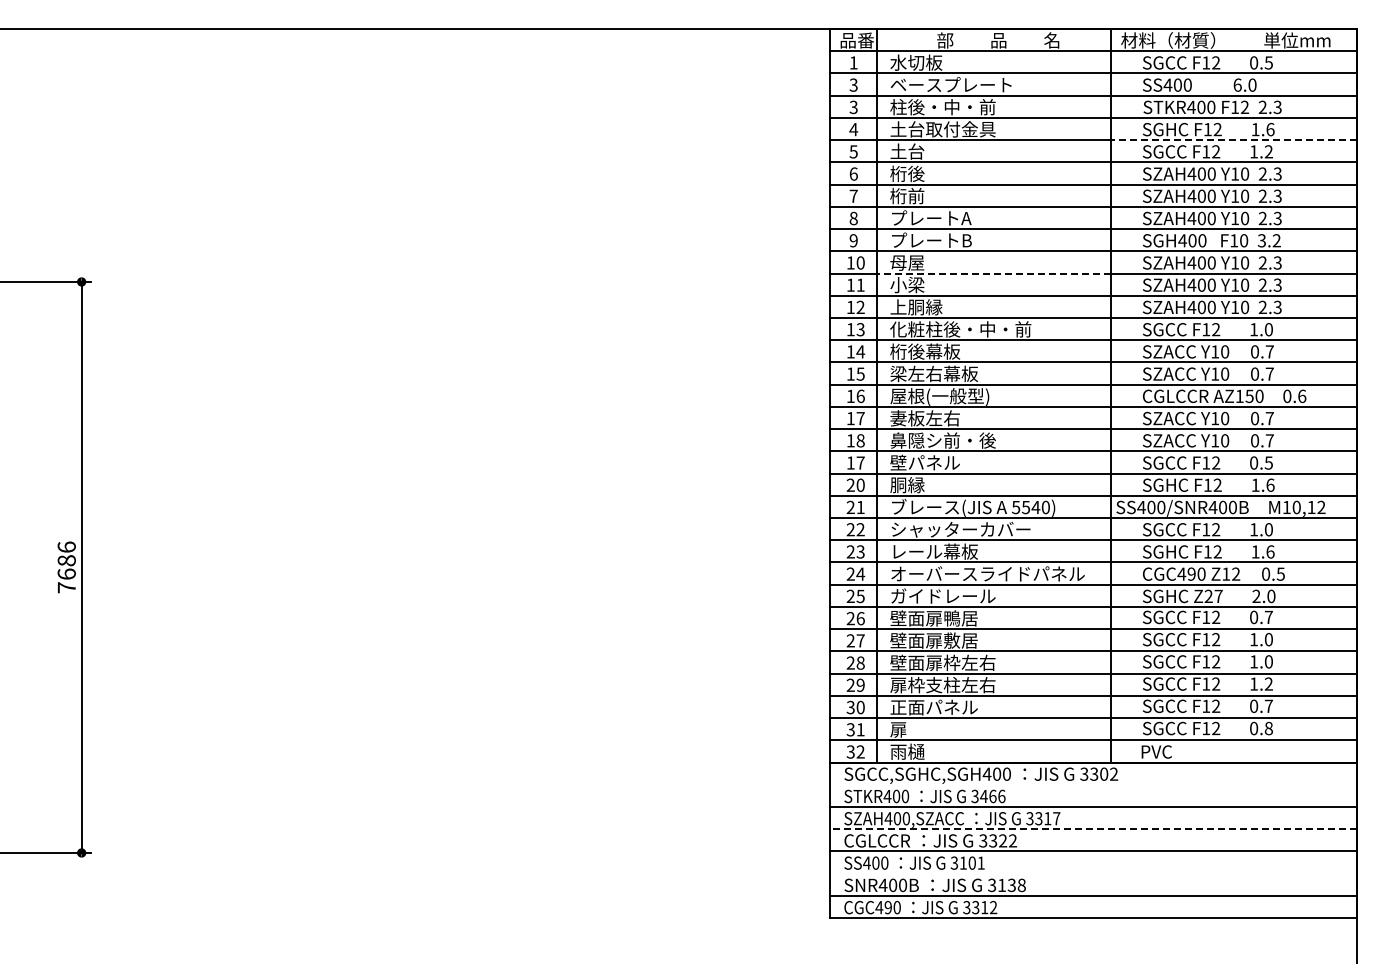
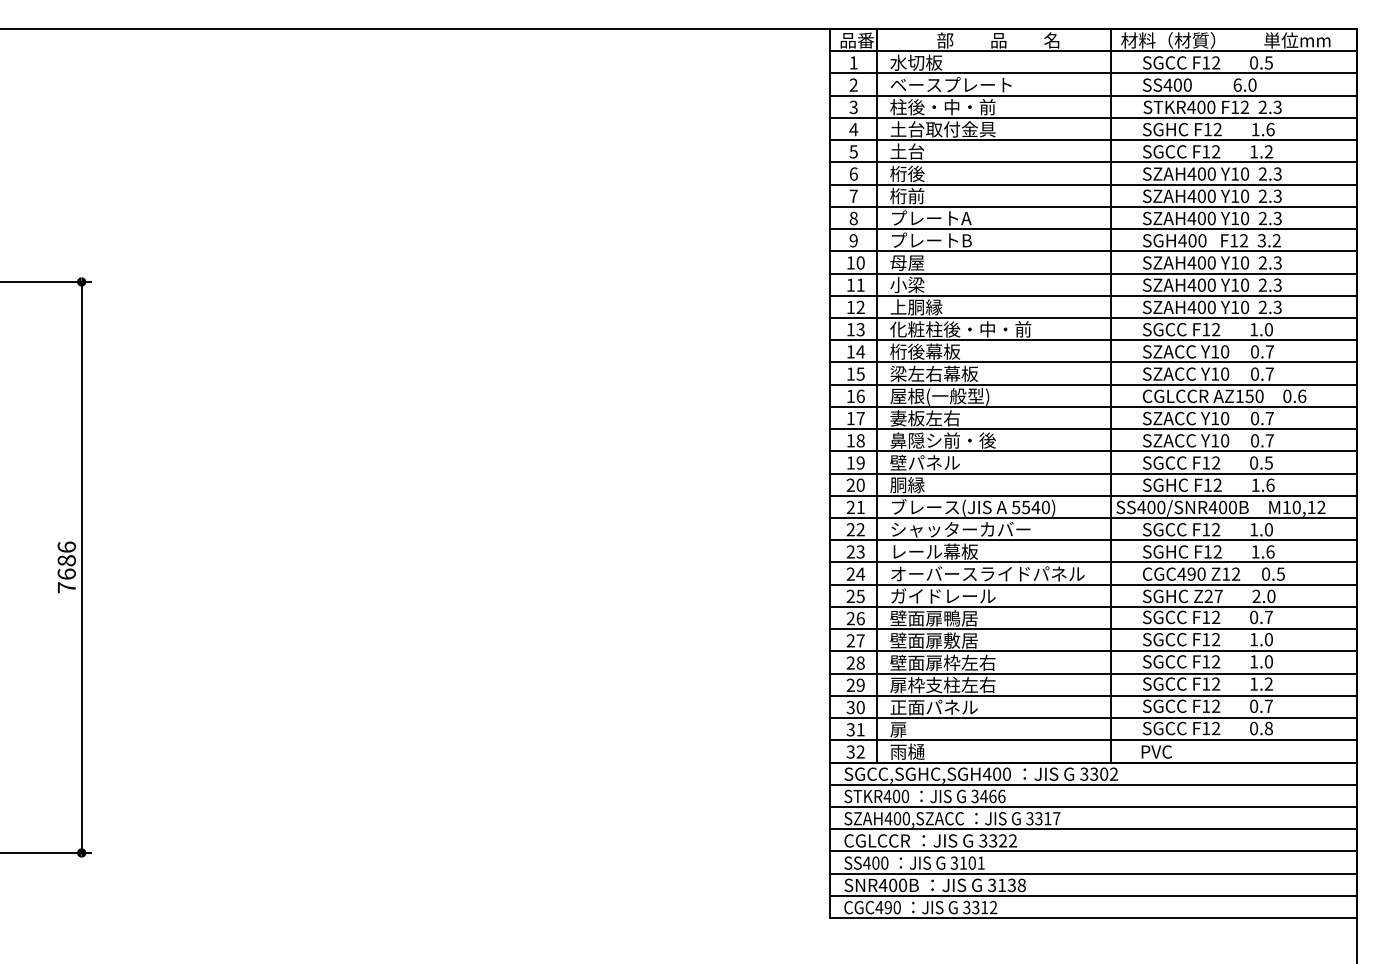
text at (853, 85): 3 -> 2
line at (1233, 140): dashed -> solid
text at (1244, 240): F10 -> F12
line at (994, 273): dashed -> solid
text at (860, 462): 17 -> 19
line at (1093, 784): none -> present
line at (1093, 829): dashed -> solid
line at (1093, 873): none -> present
